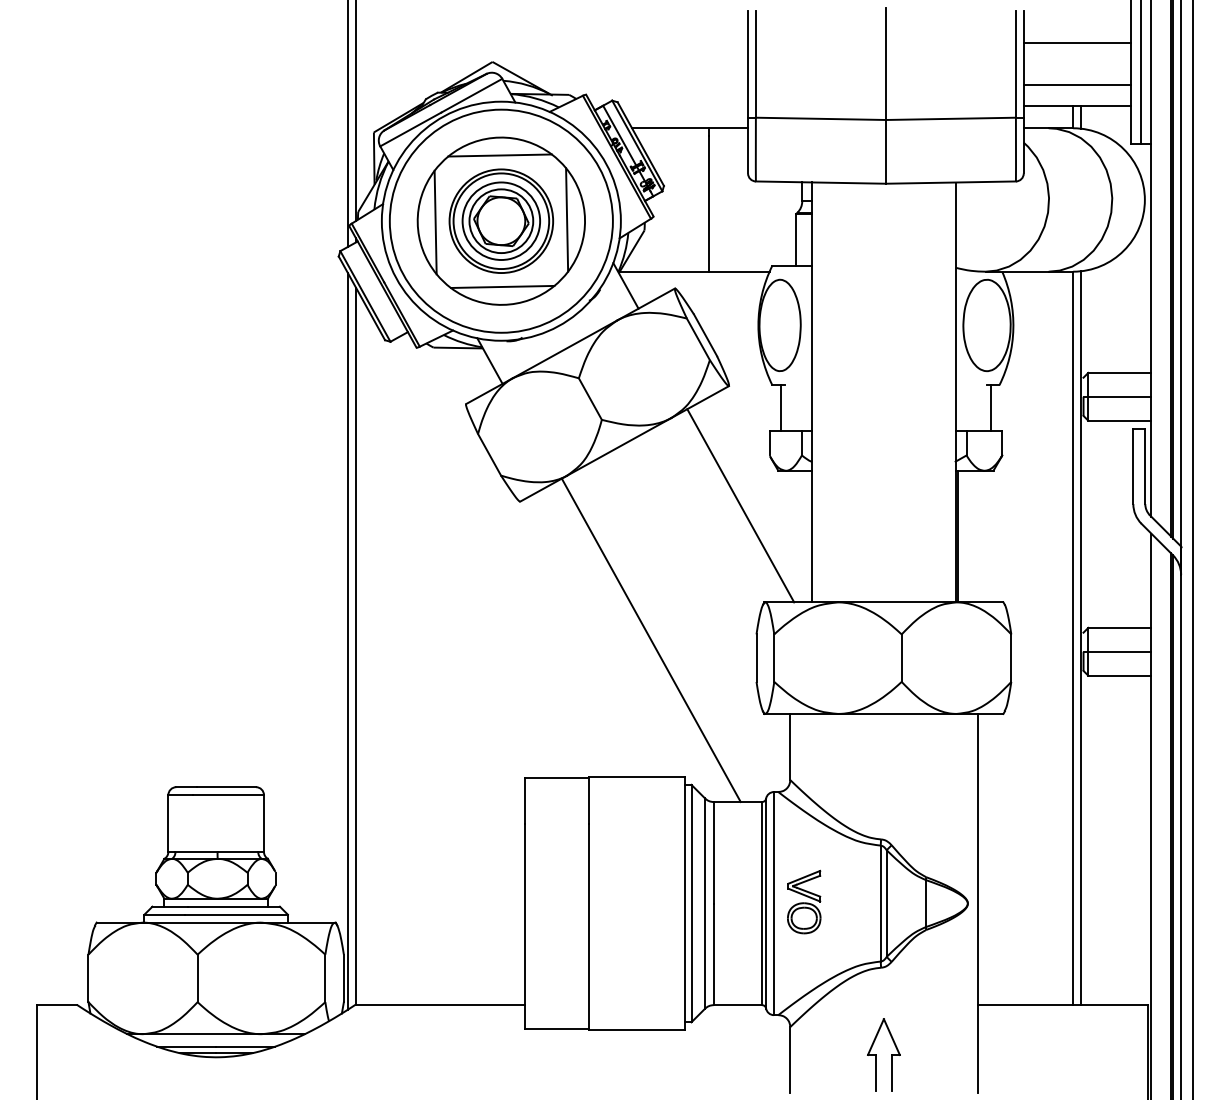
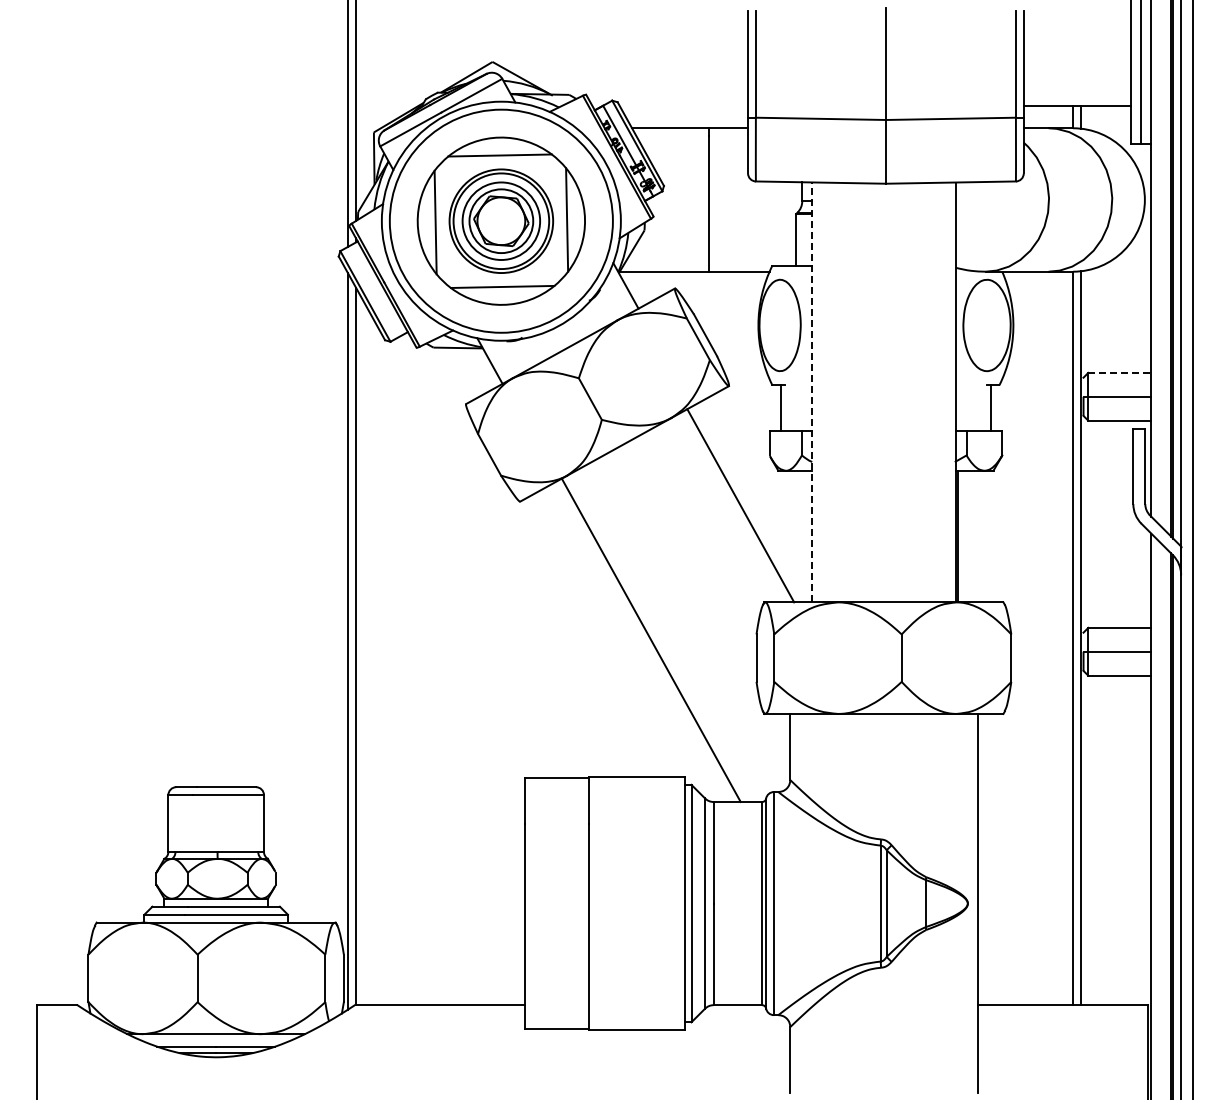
line at (1077, 43): present -> none
line at (1077, 84): present -> none
line at (1120, 372): solid -> dashed
line at (812, 392): solid -> dashed
part at (804, 901): present -> none
part at (876, 1054): present -> none
